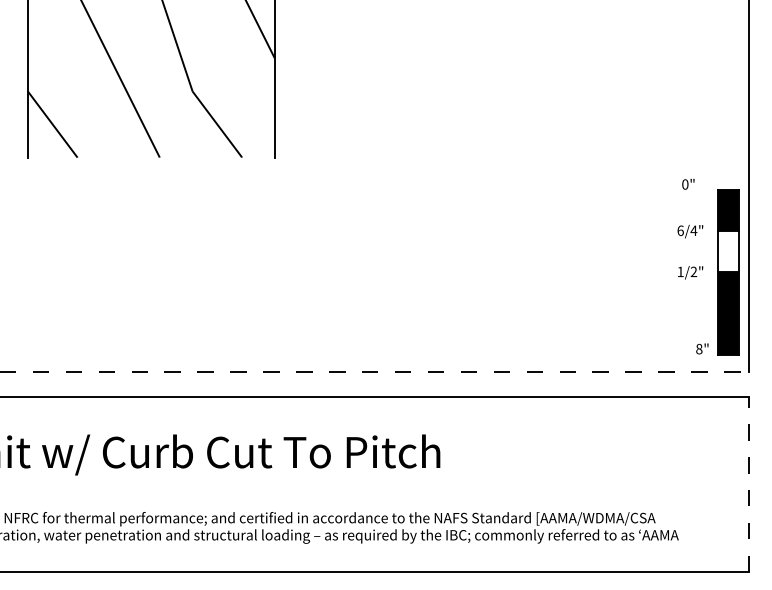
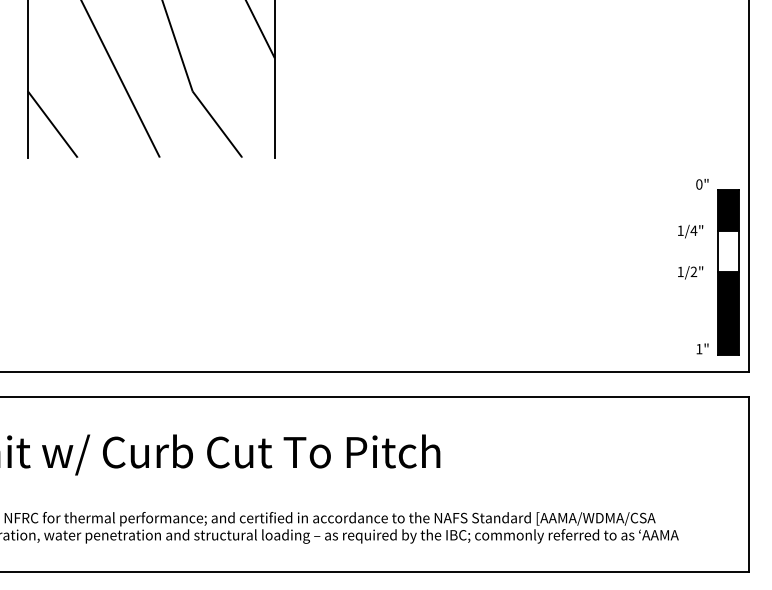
text at (688, 184) position: (688, 184) -> (702, 184)
text at (680, 230): 6/4" -> 1/4"
text at (699, 348): 8" -> 1"
line at (374, 372): dashed -> solid
line at (748, 484): dashed -> solid
